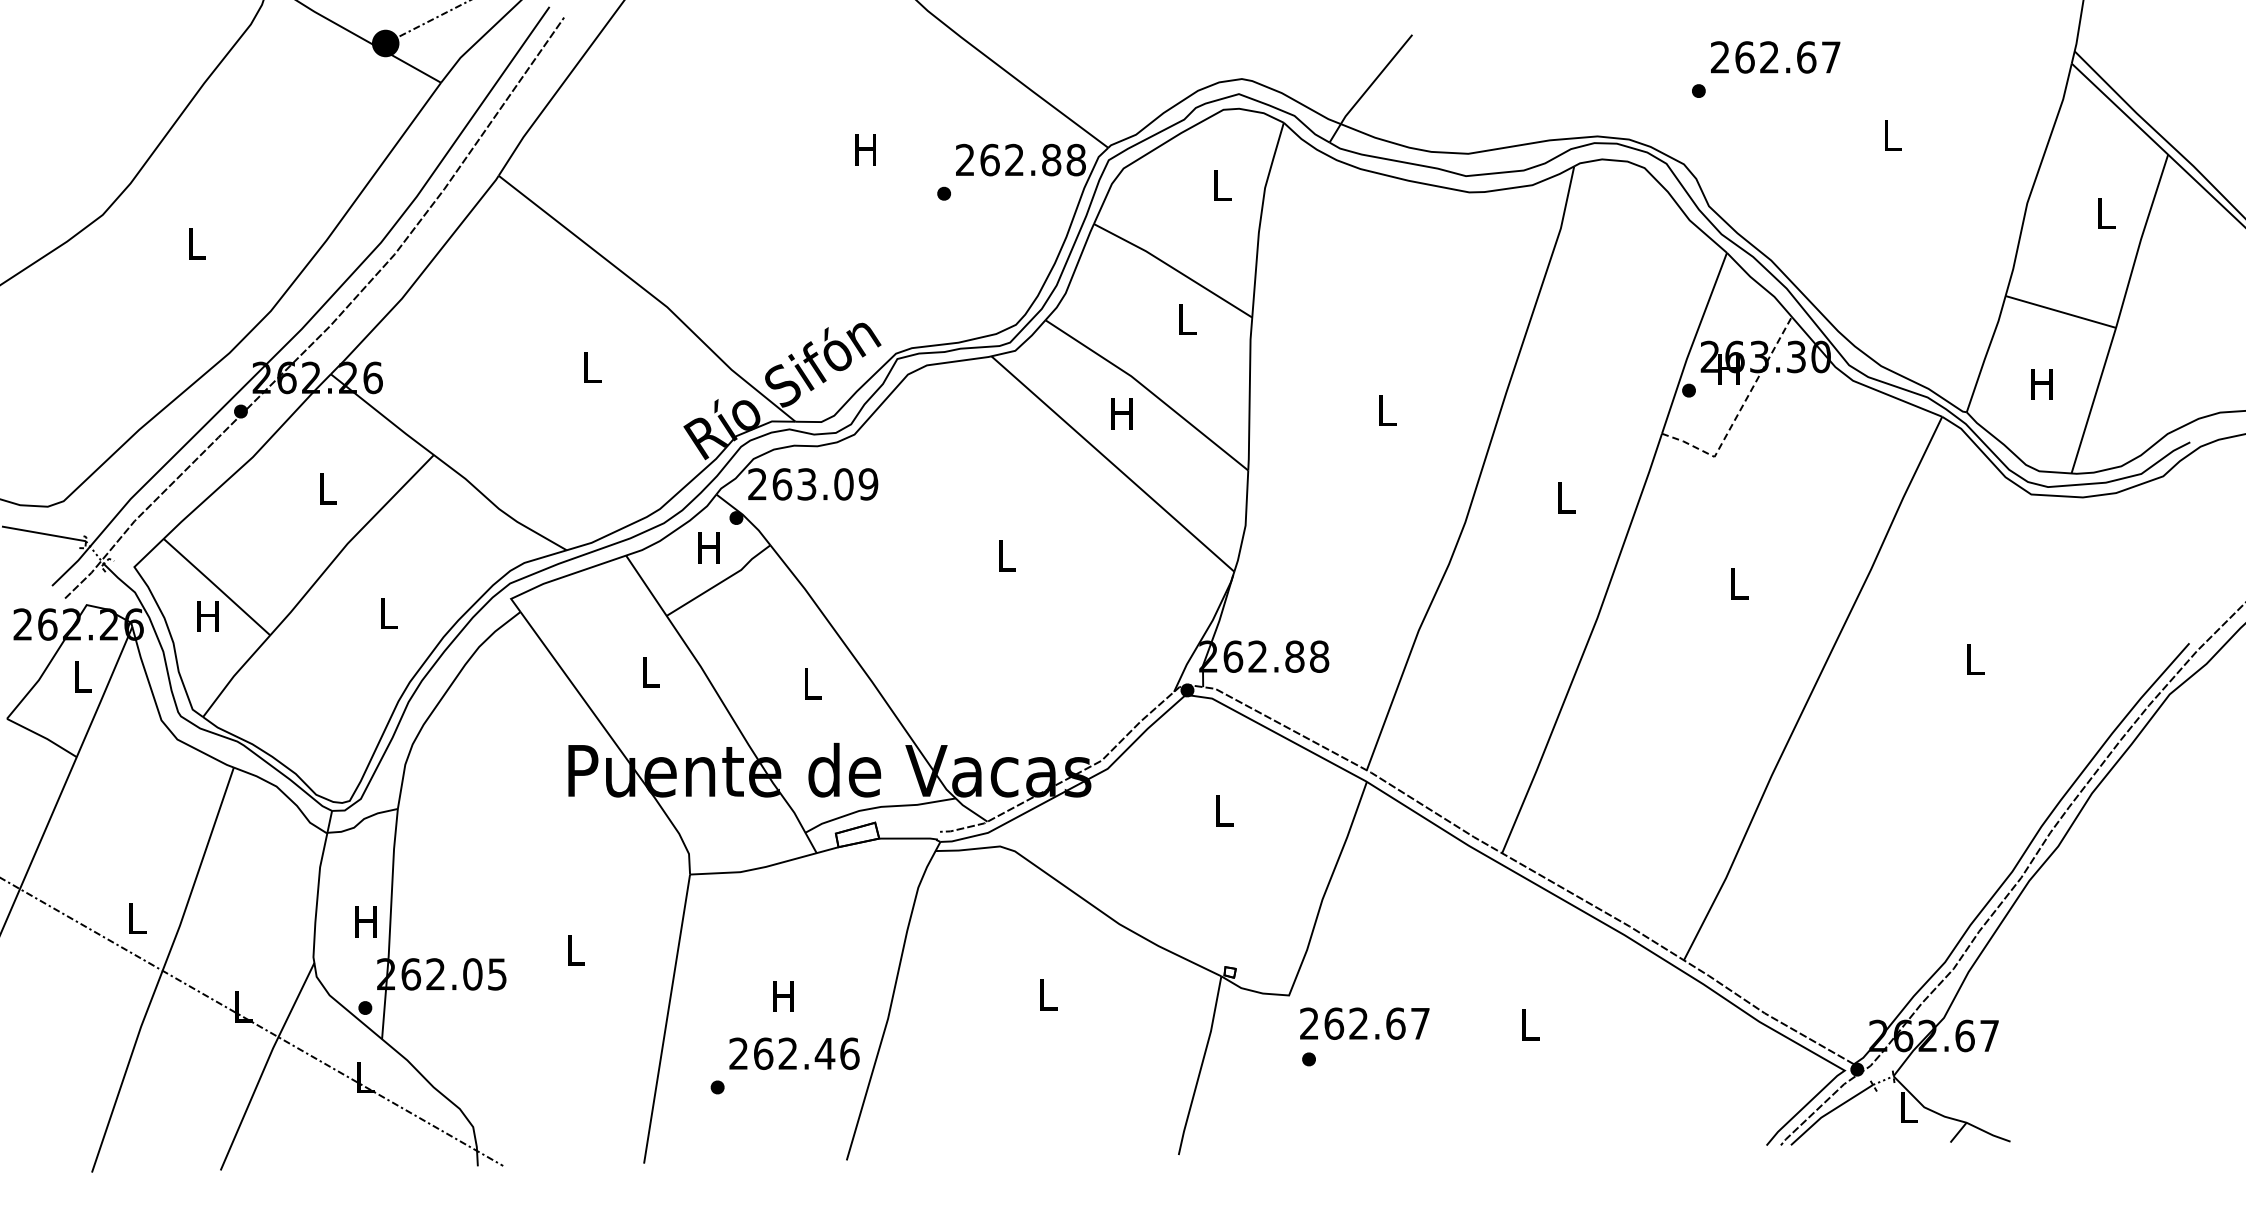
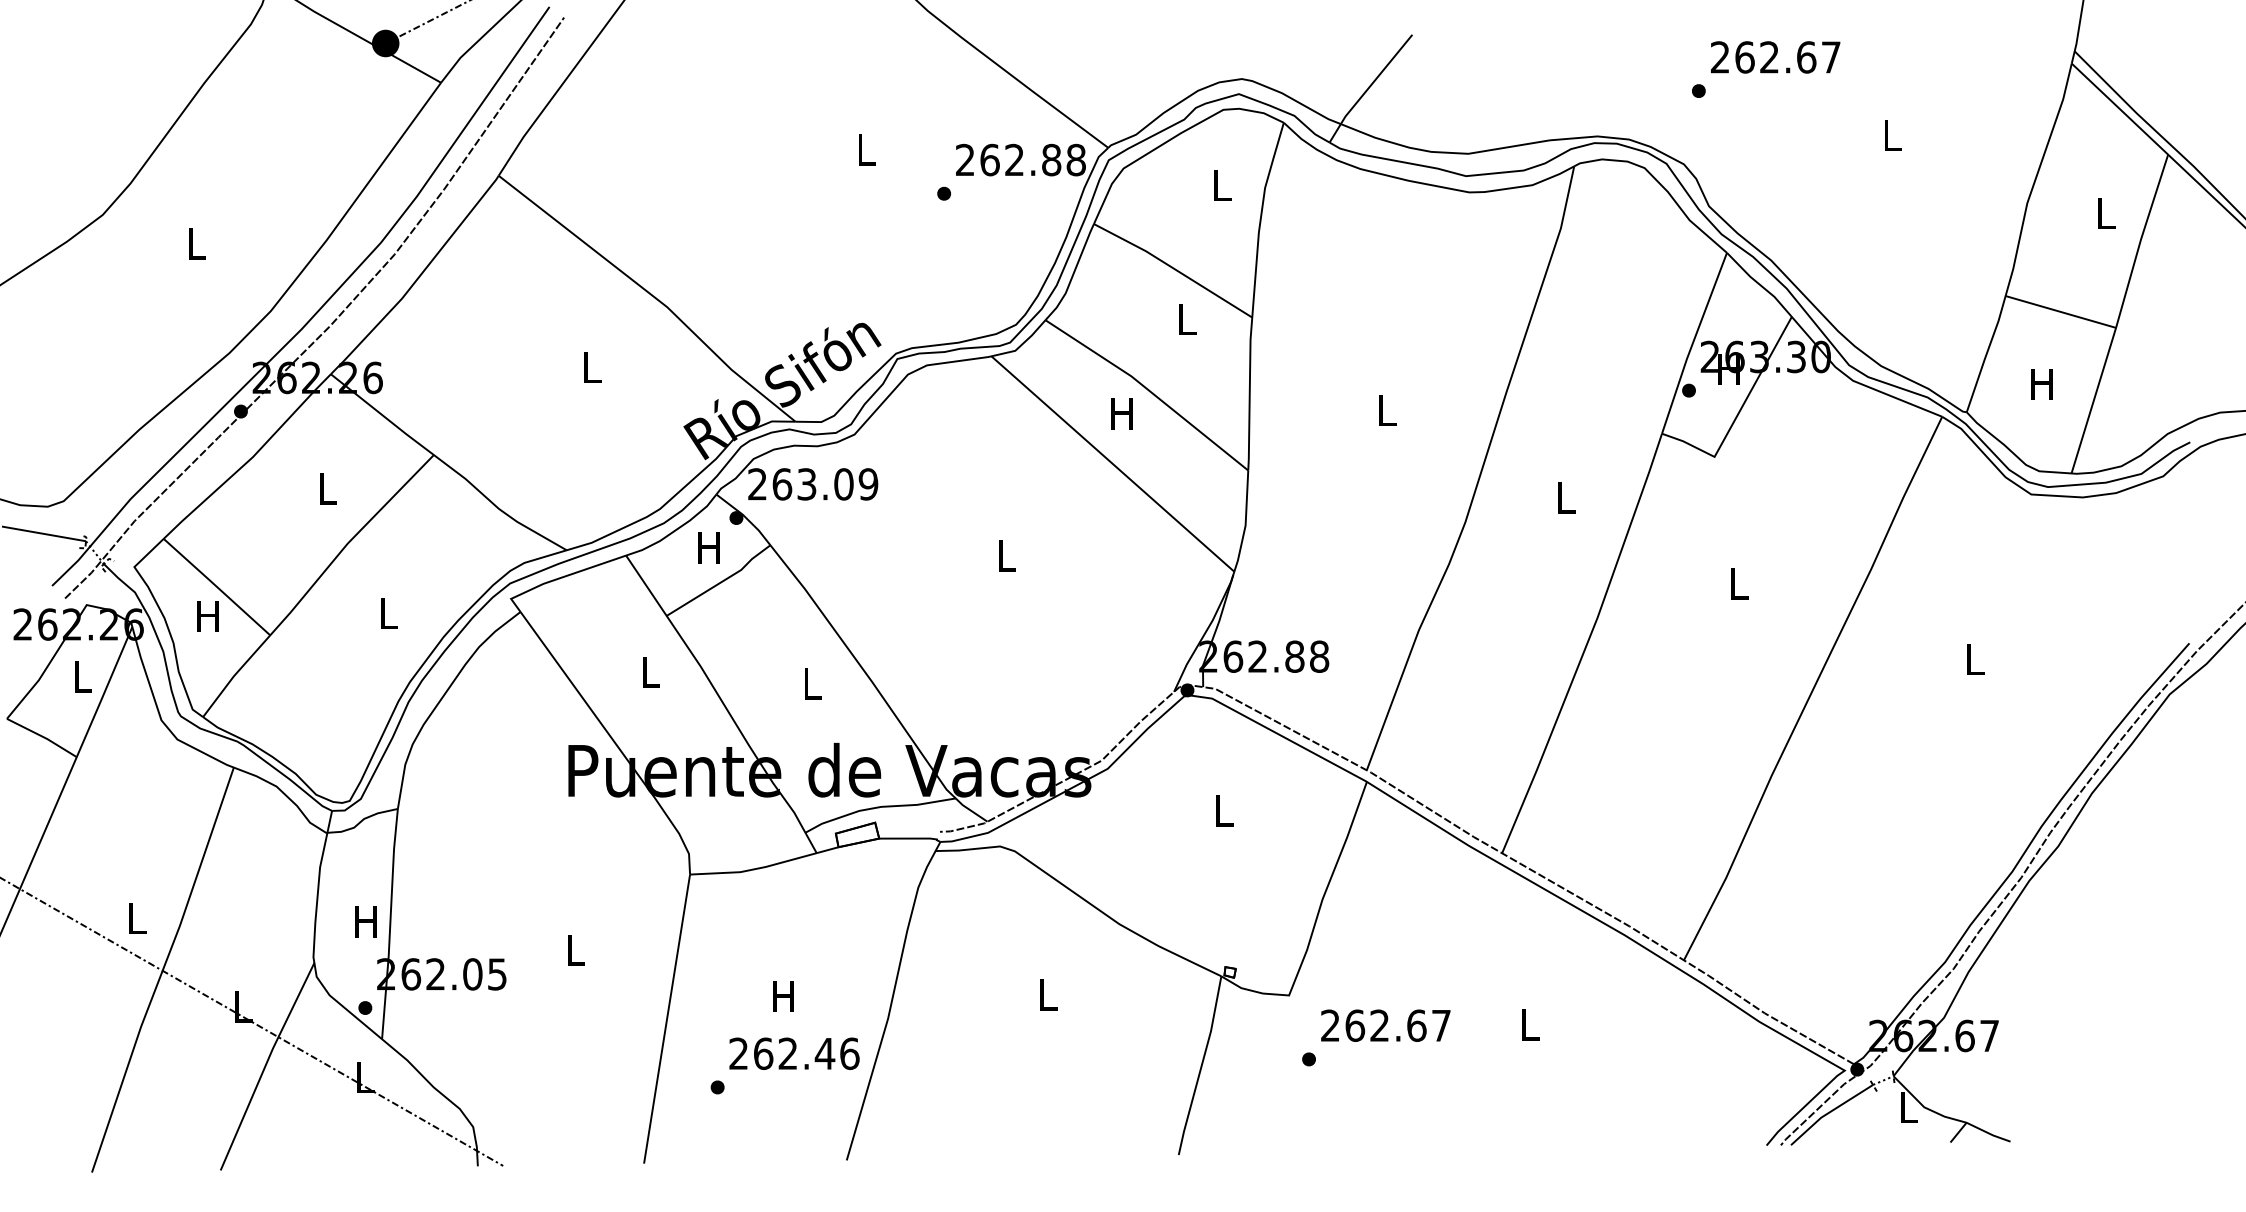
text at (865, 149): H -> L
line at (1738, 413): dashed -> solid
text at (1364, 1023) position: (1364, 1023) -> (1385, 1025)
